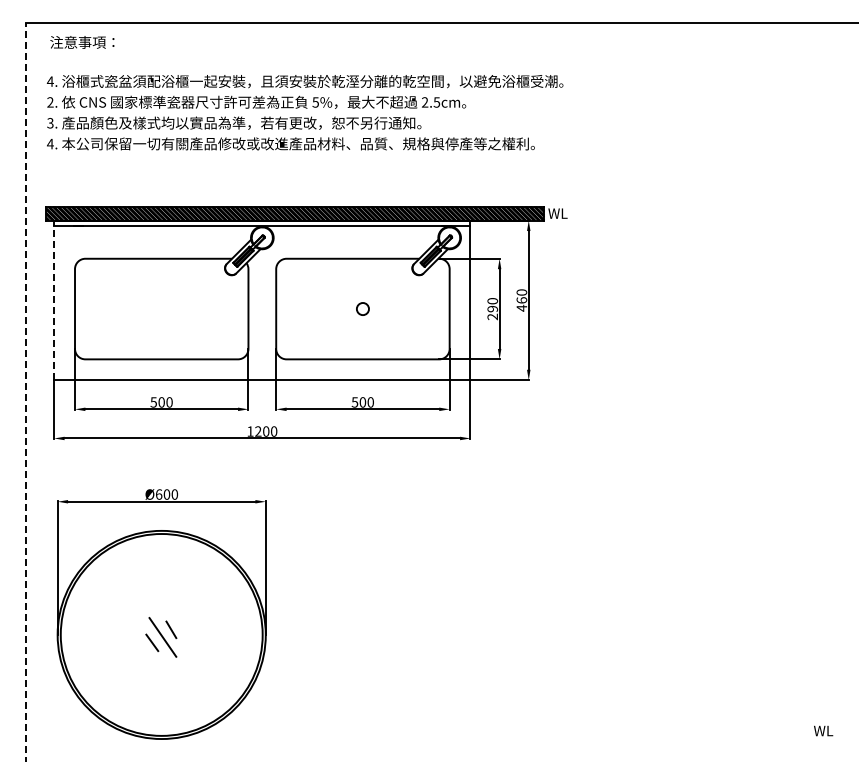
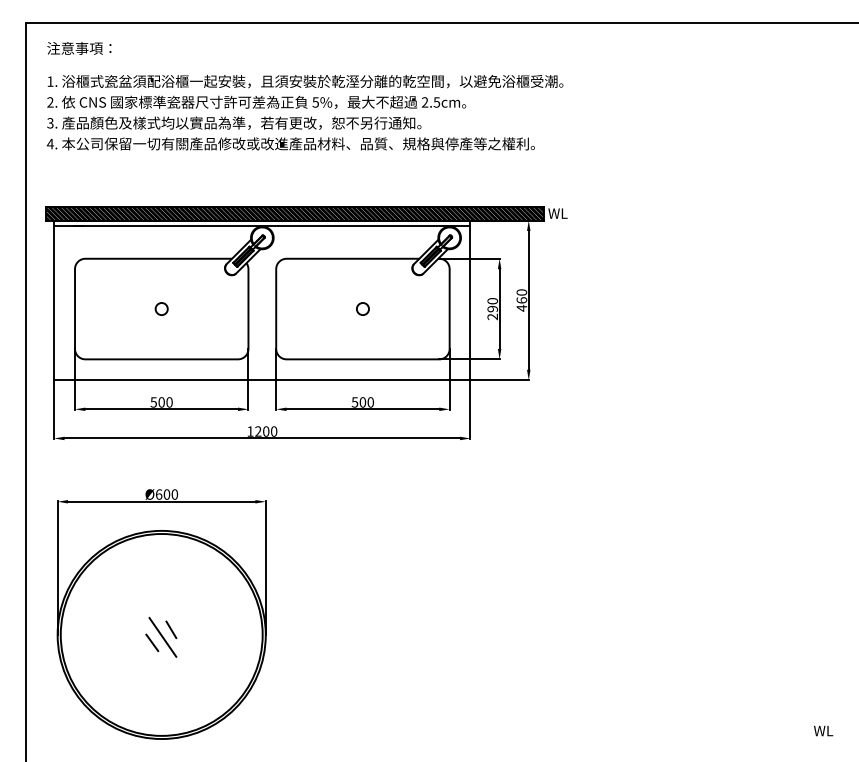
text at (82, 42) position: (82, 42) -> (79, 48)
text at (49, 81): 4. -> 1.
line at (54, 300): dashed -> solid
circle at (161, 308): none -> present
line at (25, 391): dashed -> solid
